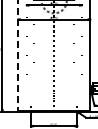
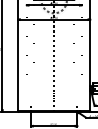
line at (18, 56): dashed -> solid
